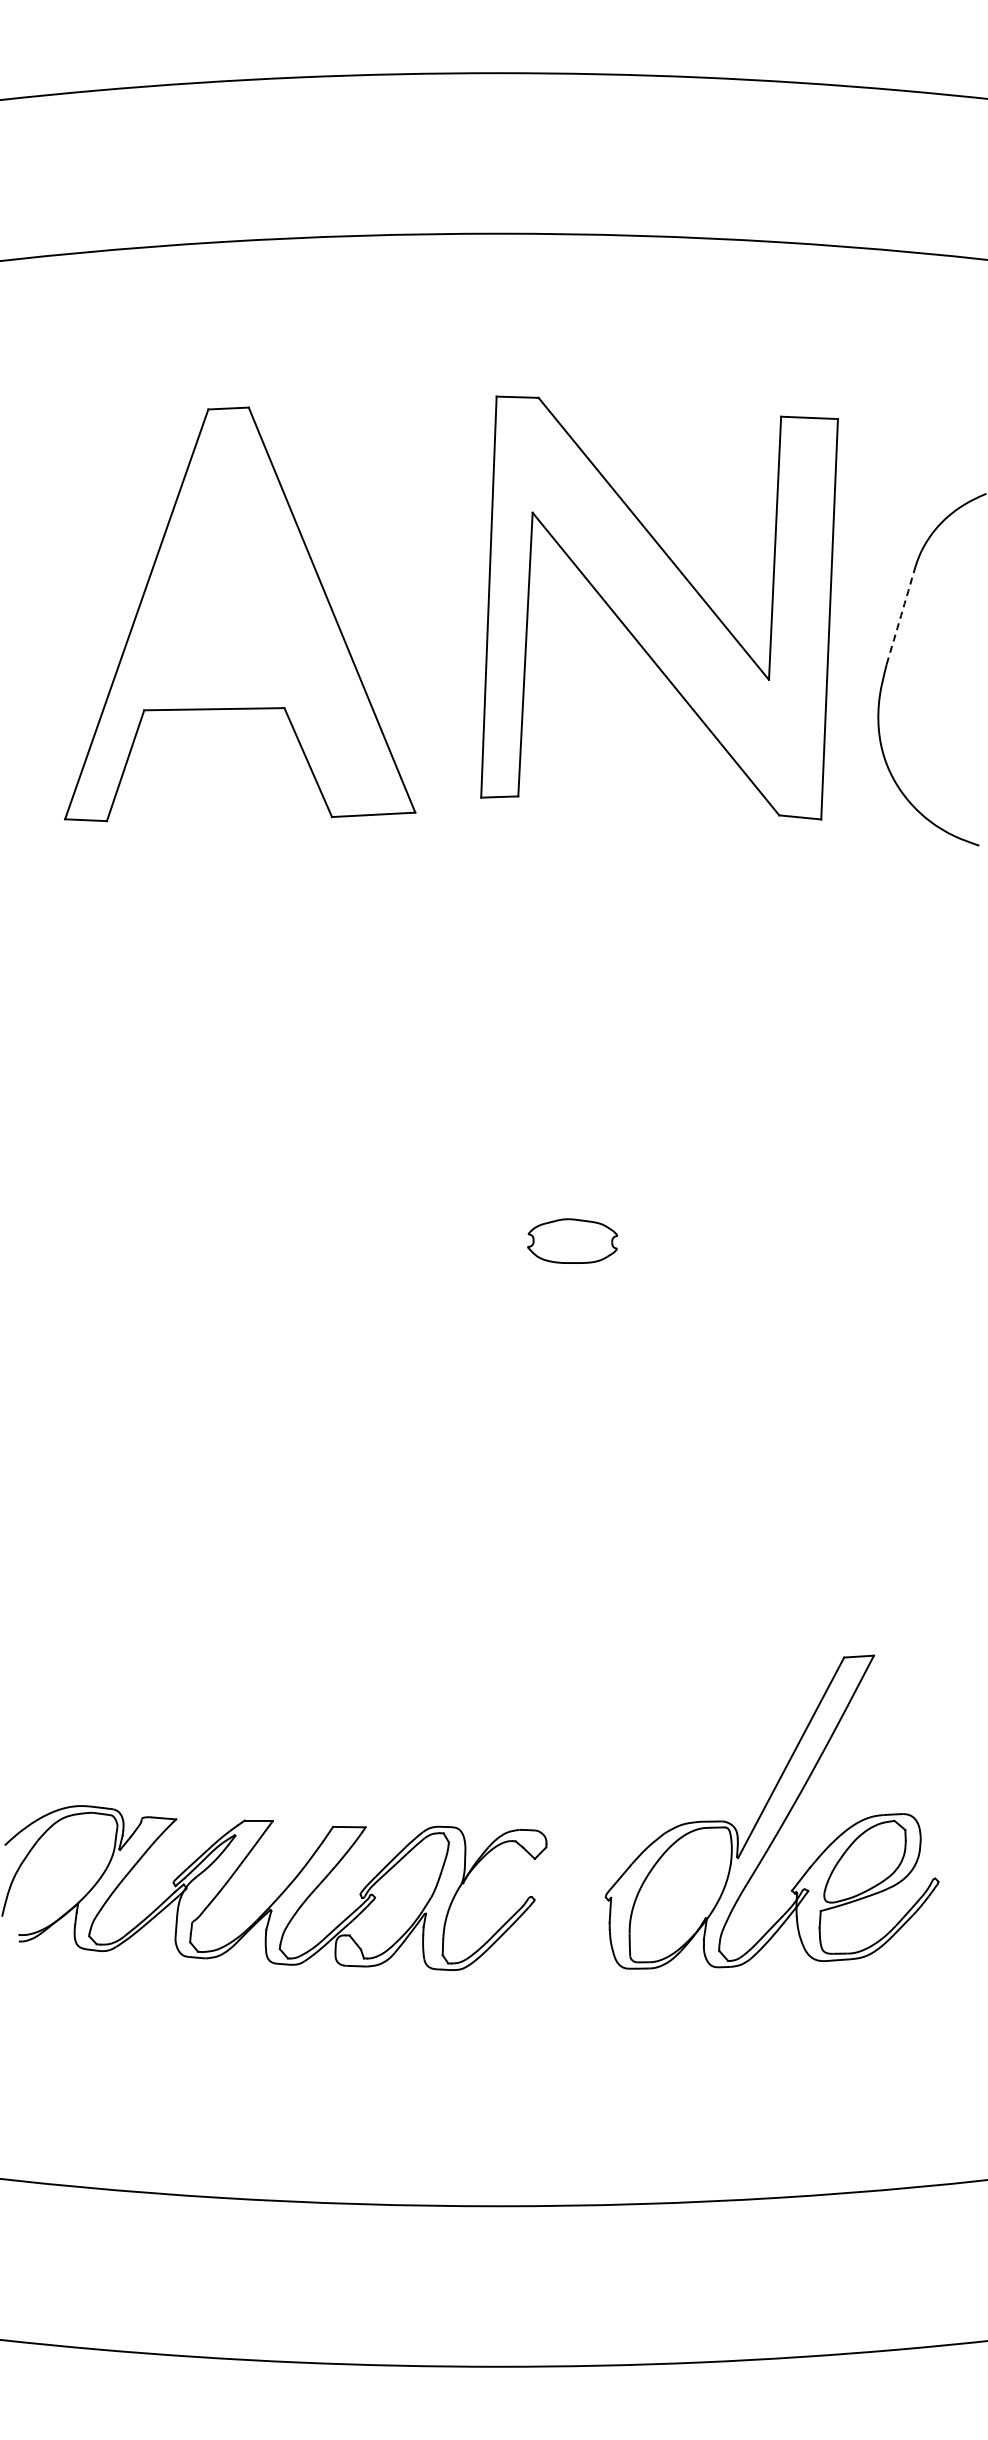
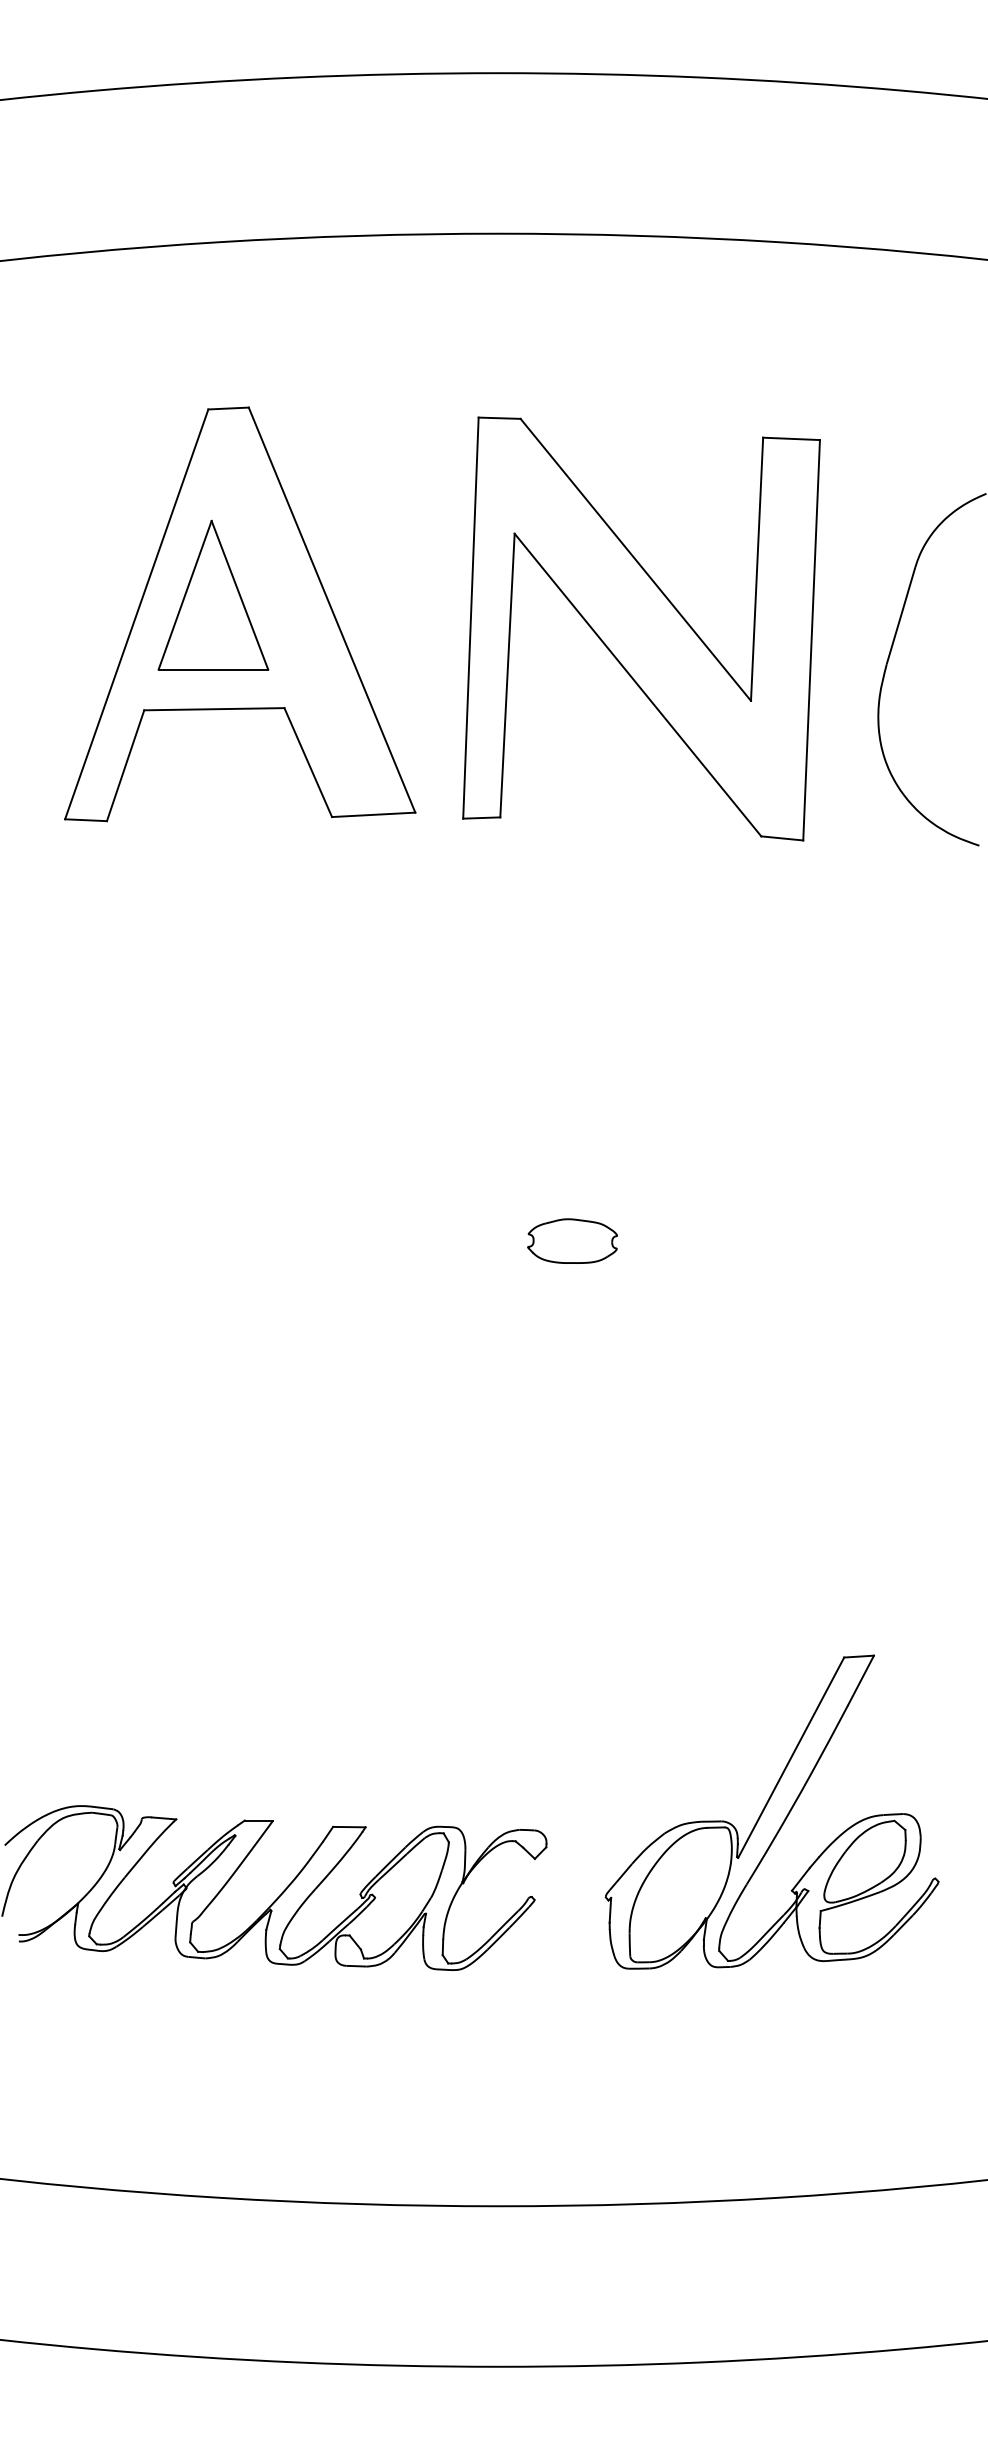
part at (213, 594): none -> present
part at (659, 607) position: (659, 607) -> (641, 628)
arc at (901, 615): dashed -> solid
